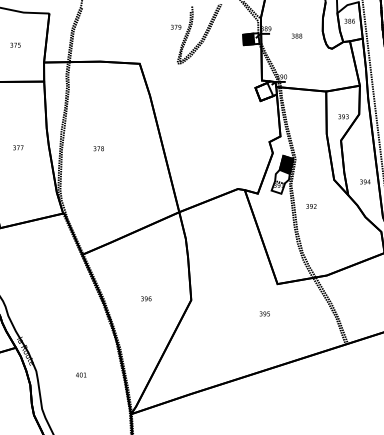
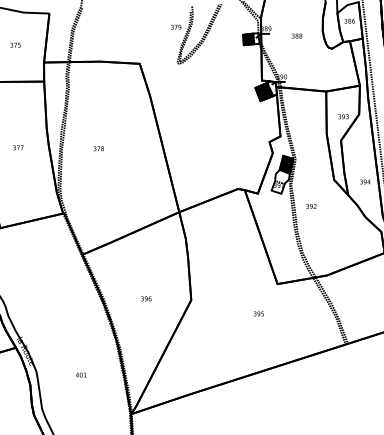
fill at (264, 91): none -> present
text at (264, 313) position: (264, 313) -> (258, 313)
